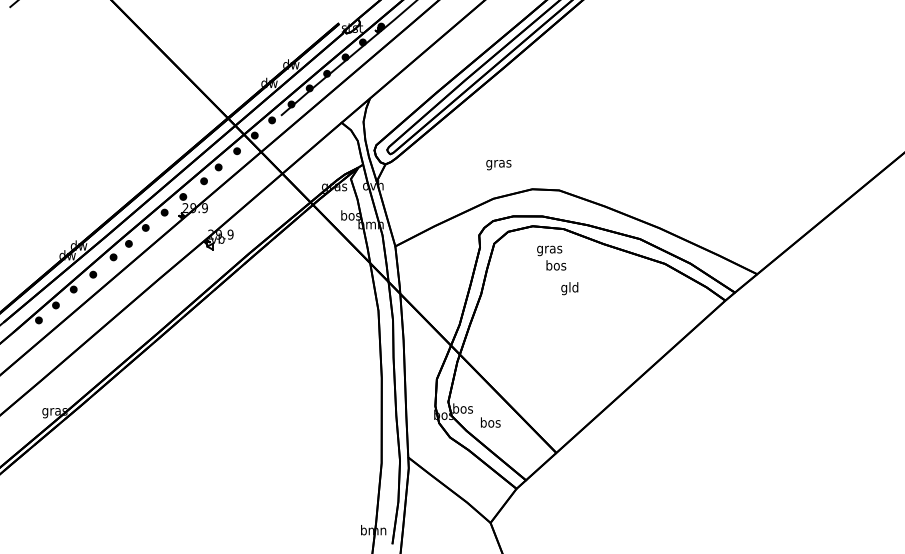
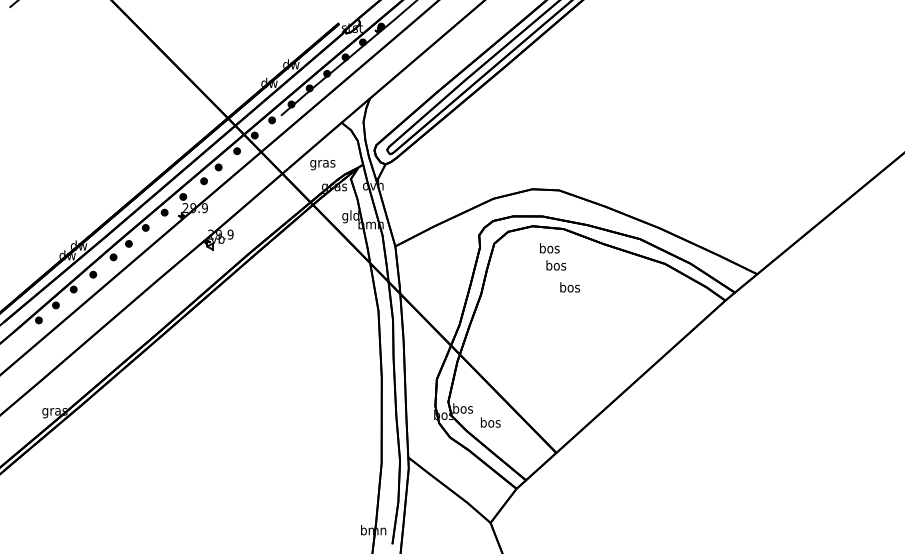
text at (498, 165) position: (498, 165) -> (322, 165)
text at (350, 216): bos -> gld
text at (549, 249): gras -> bos
text at (570, 288): gld -> bos
